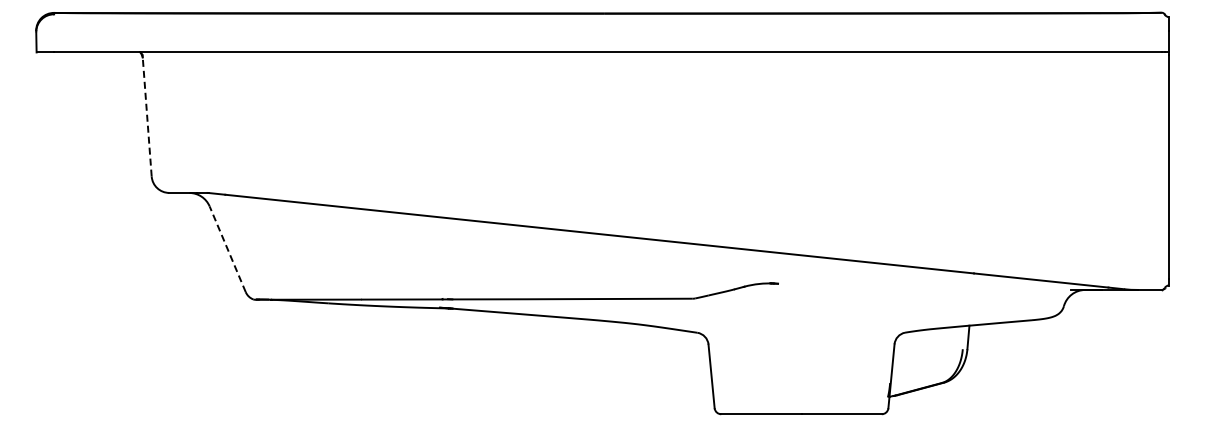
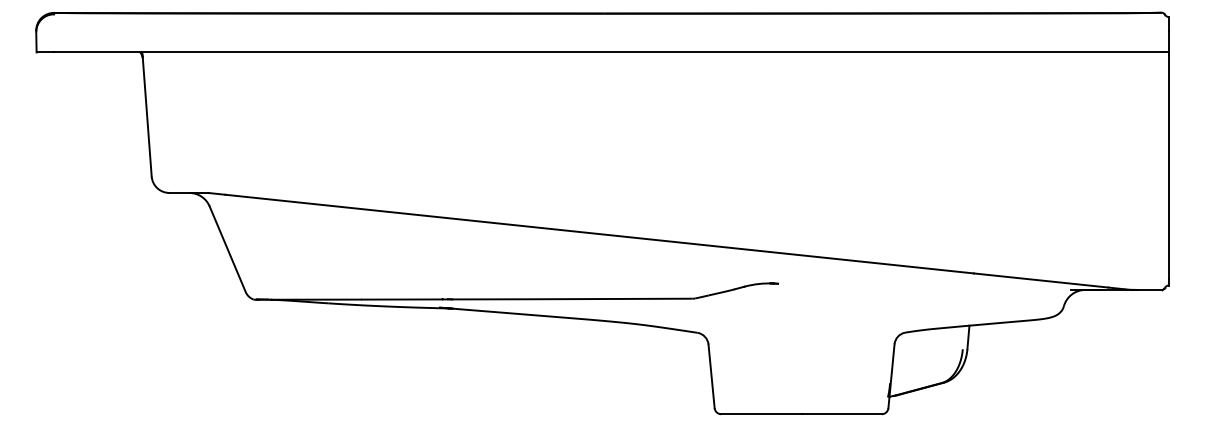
line at (147, 114): dashed -> solid
line at (227, 248): dashed -> solid
